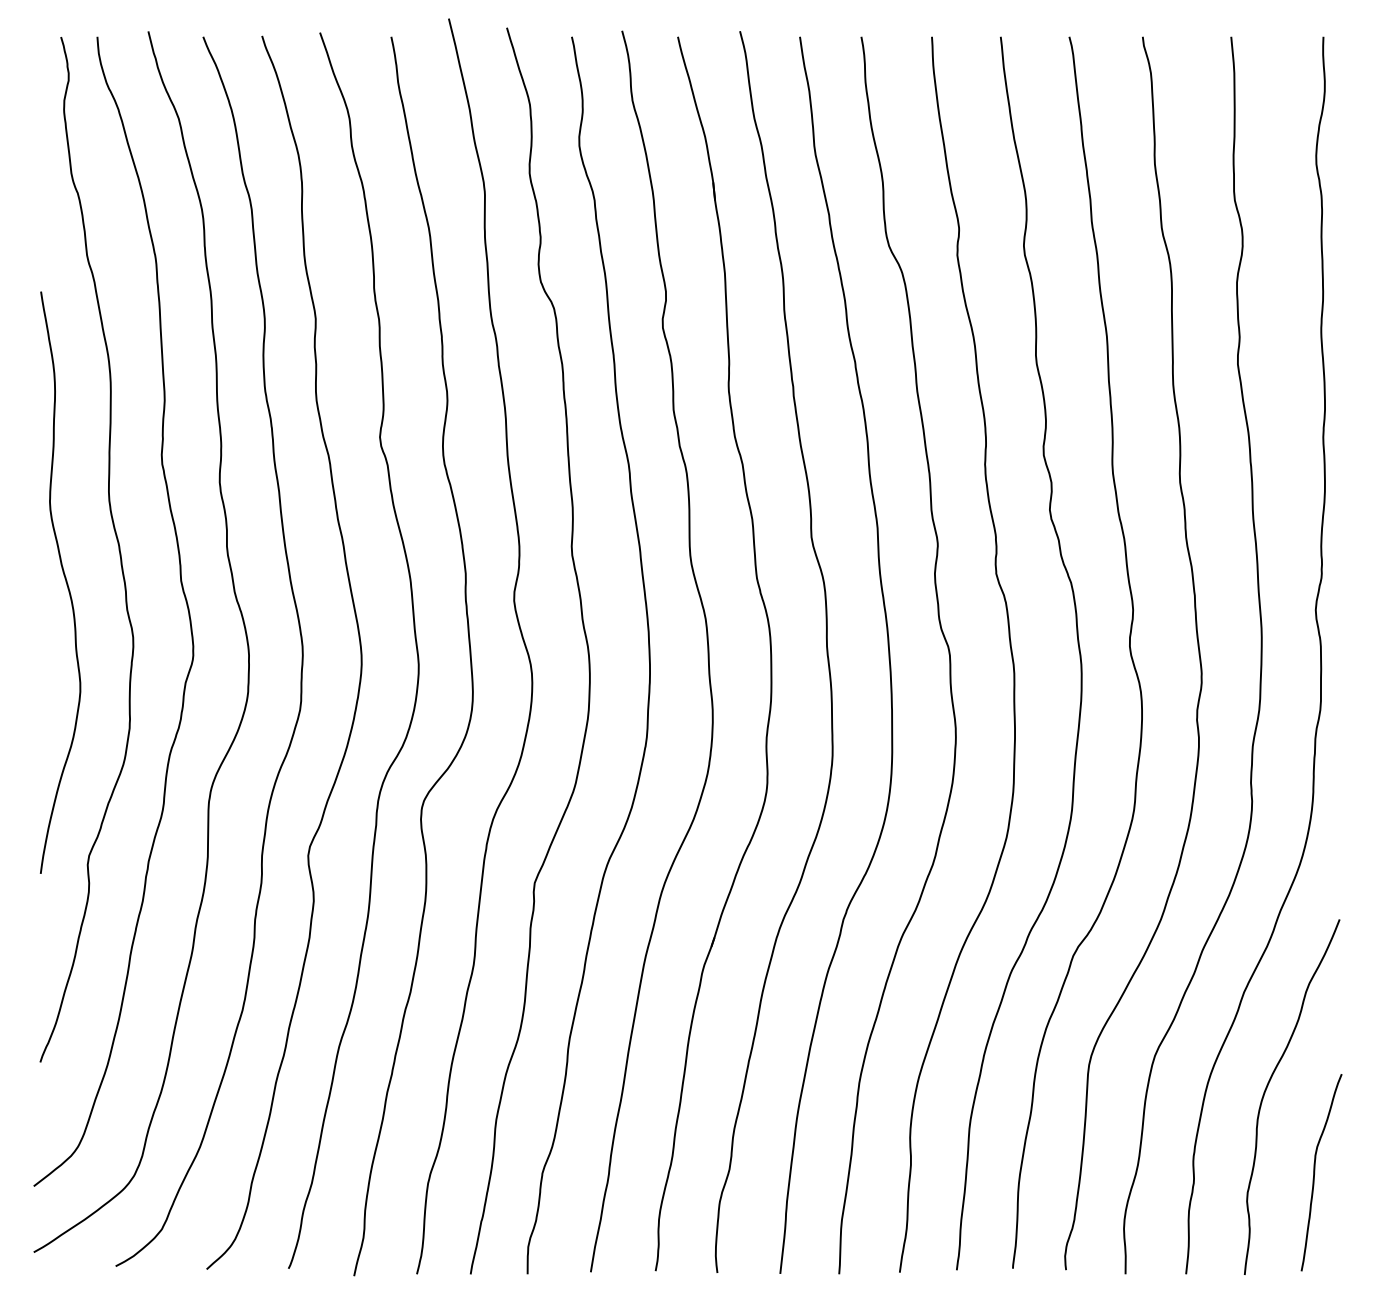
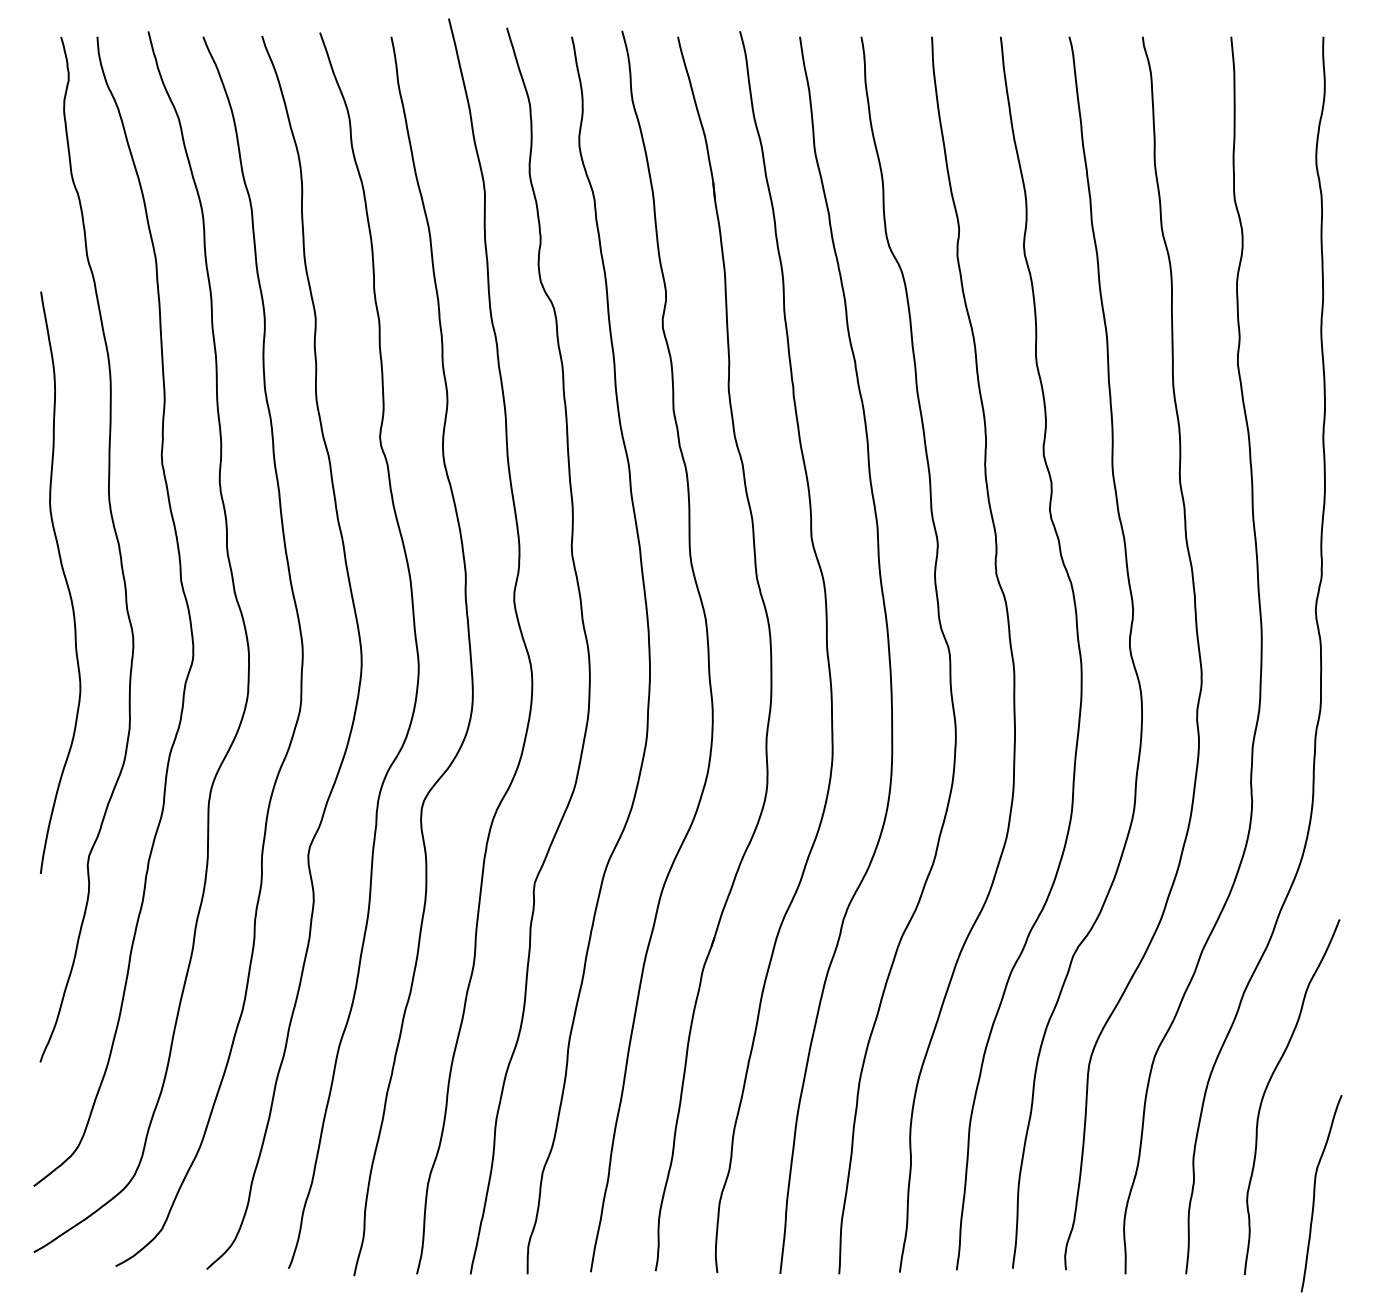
curve at (1315, 1172) position: (1315, 1172) -> (1315, 1193)
